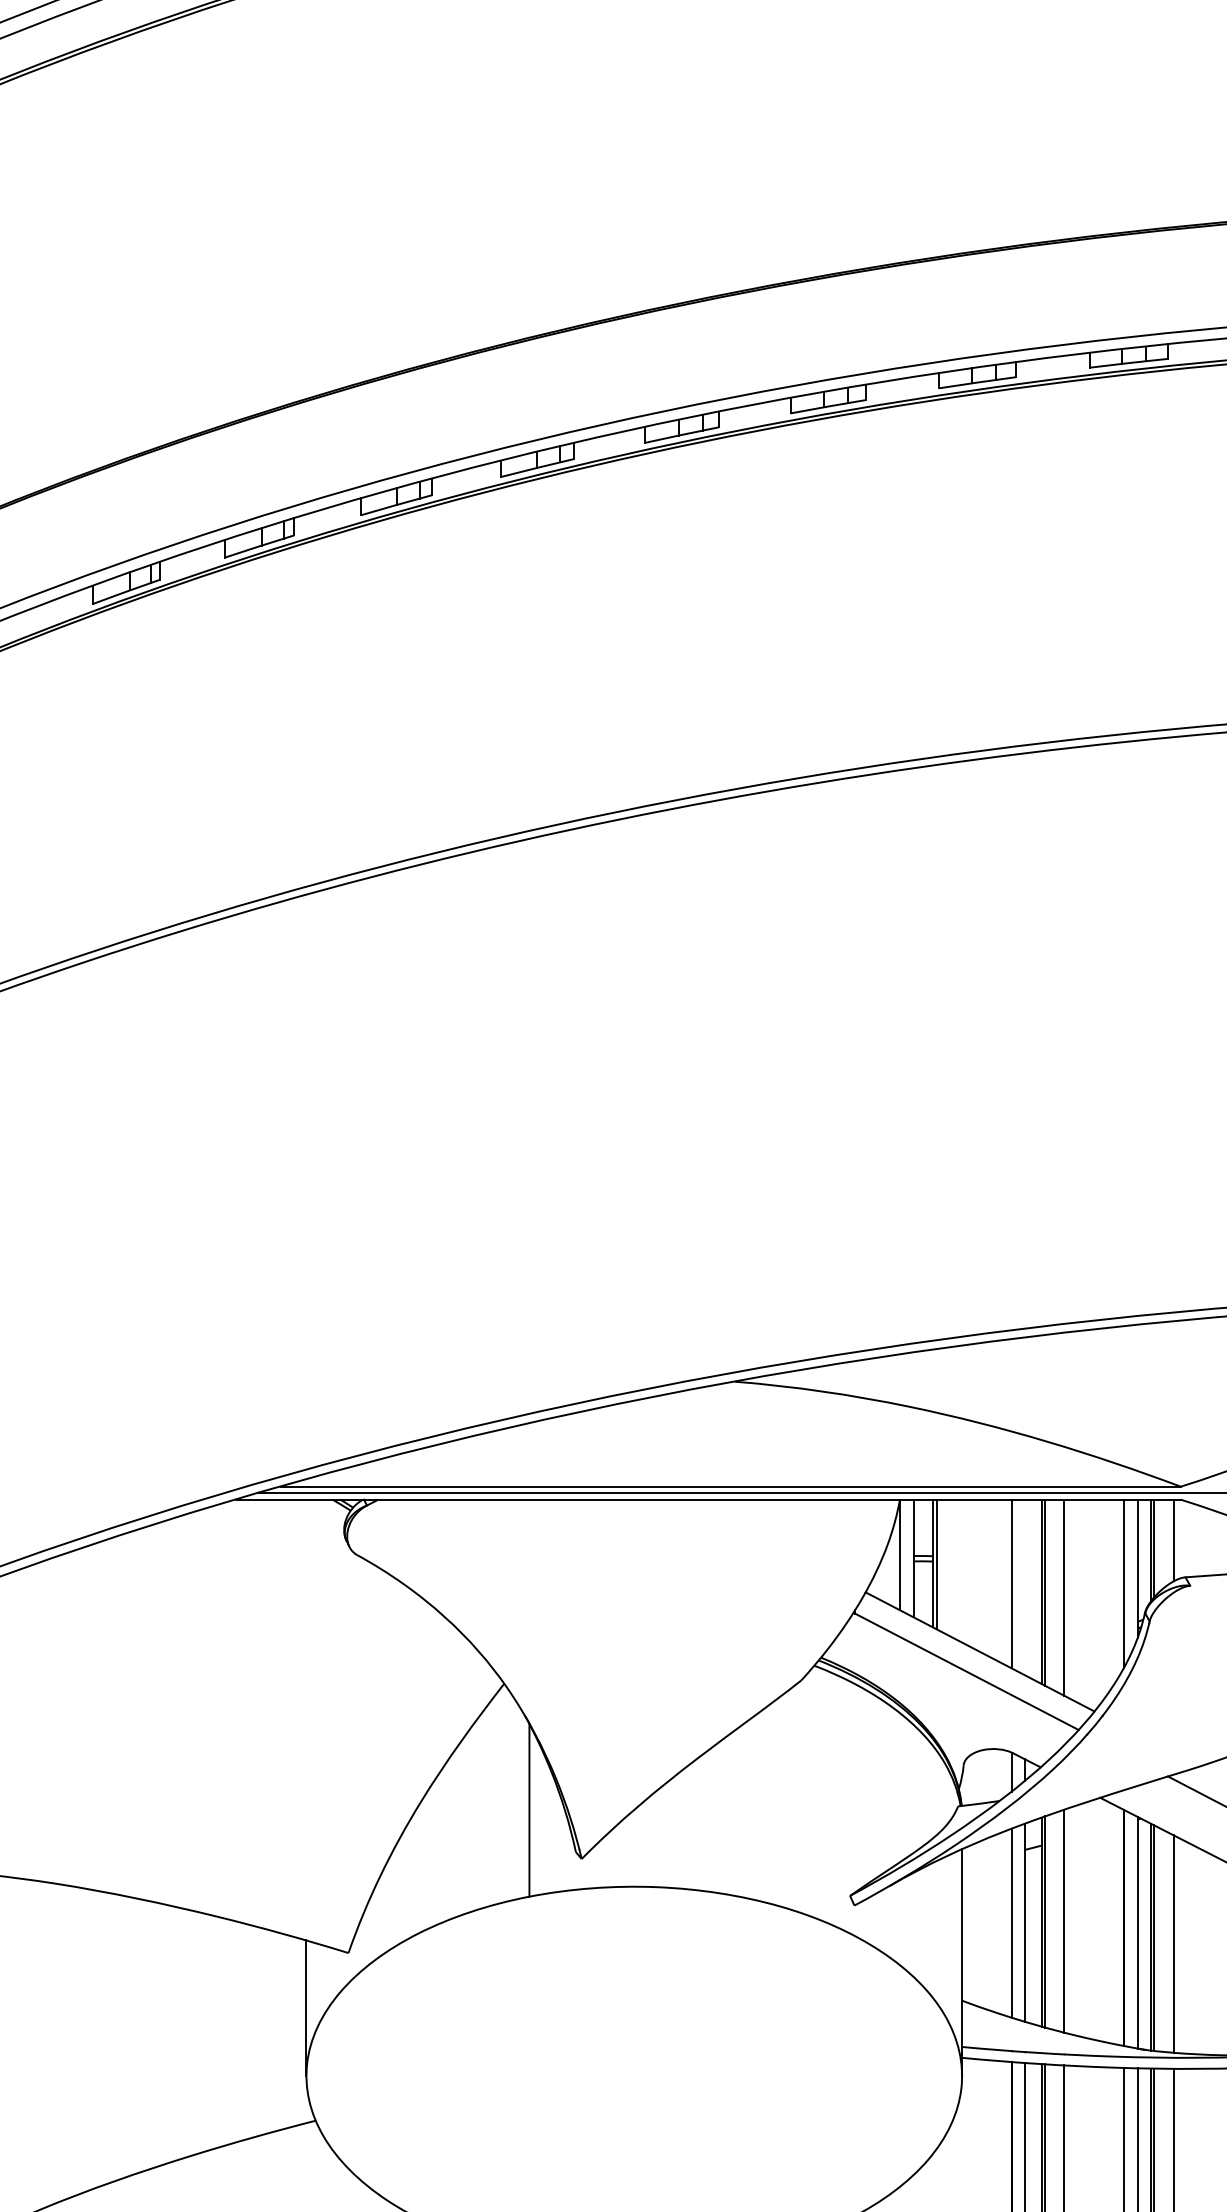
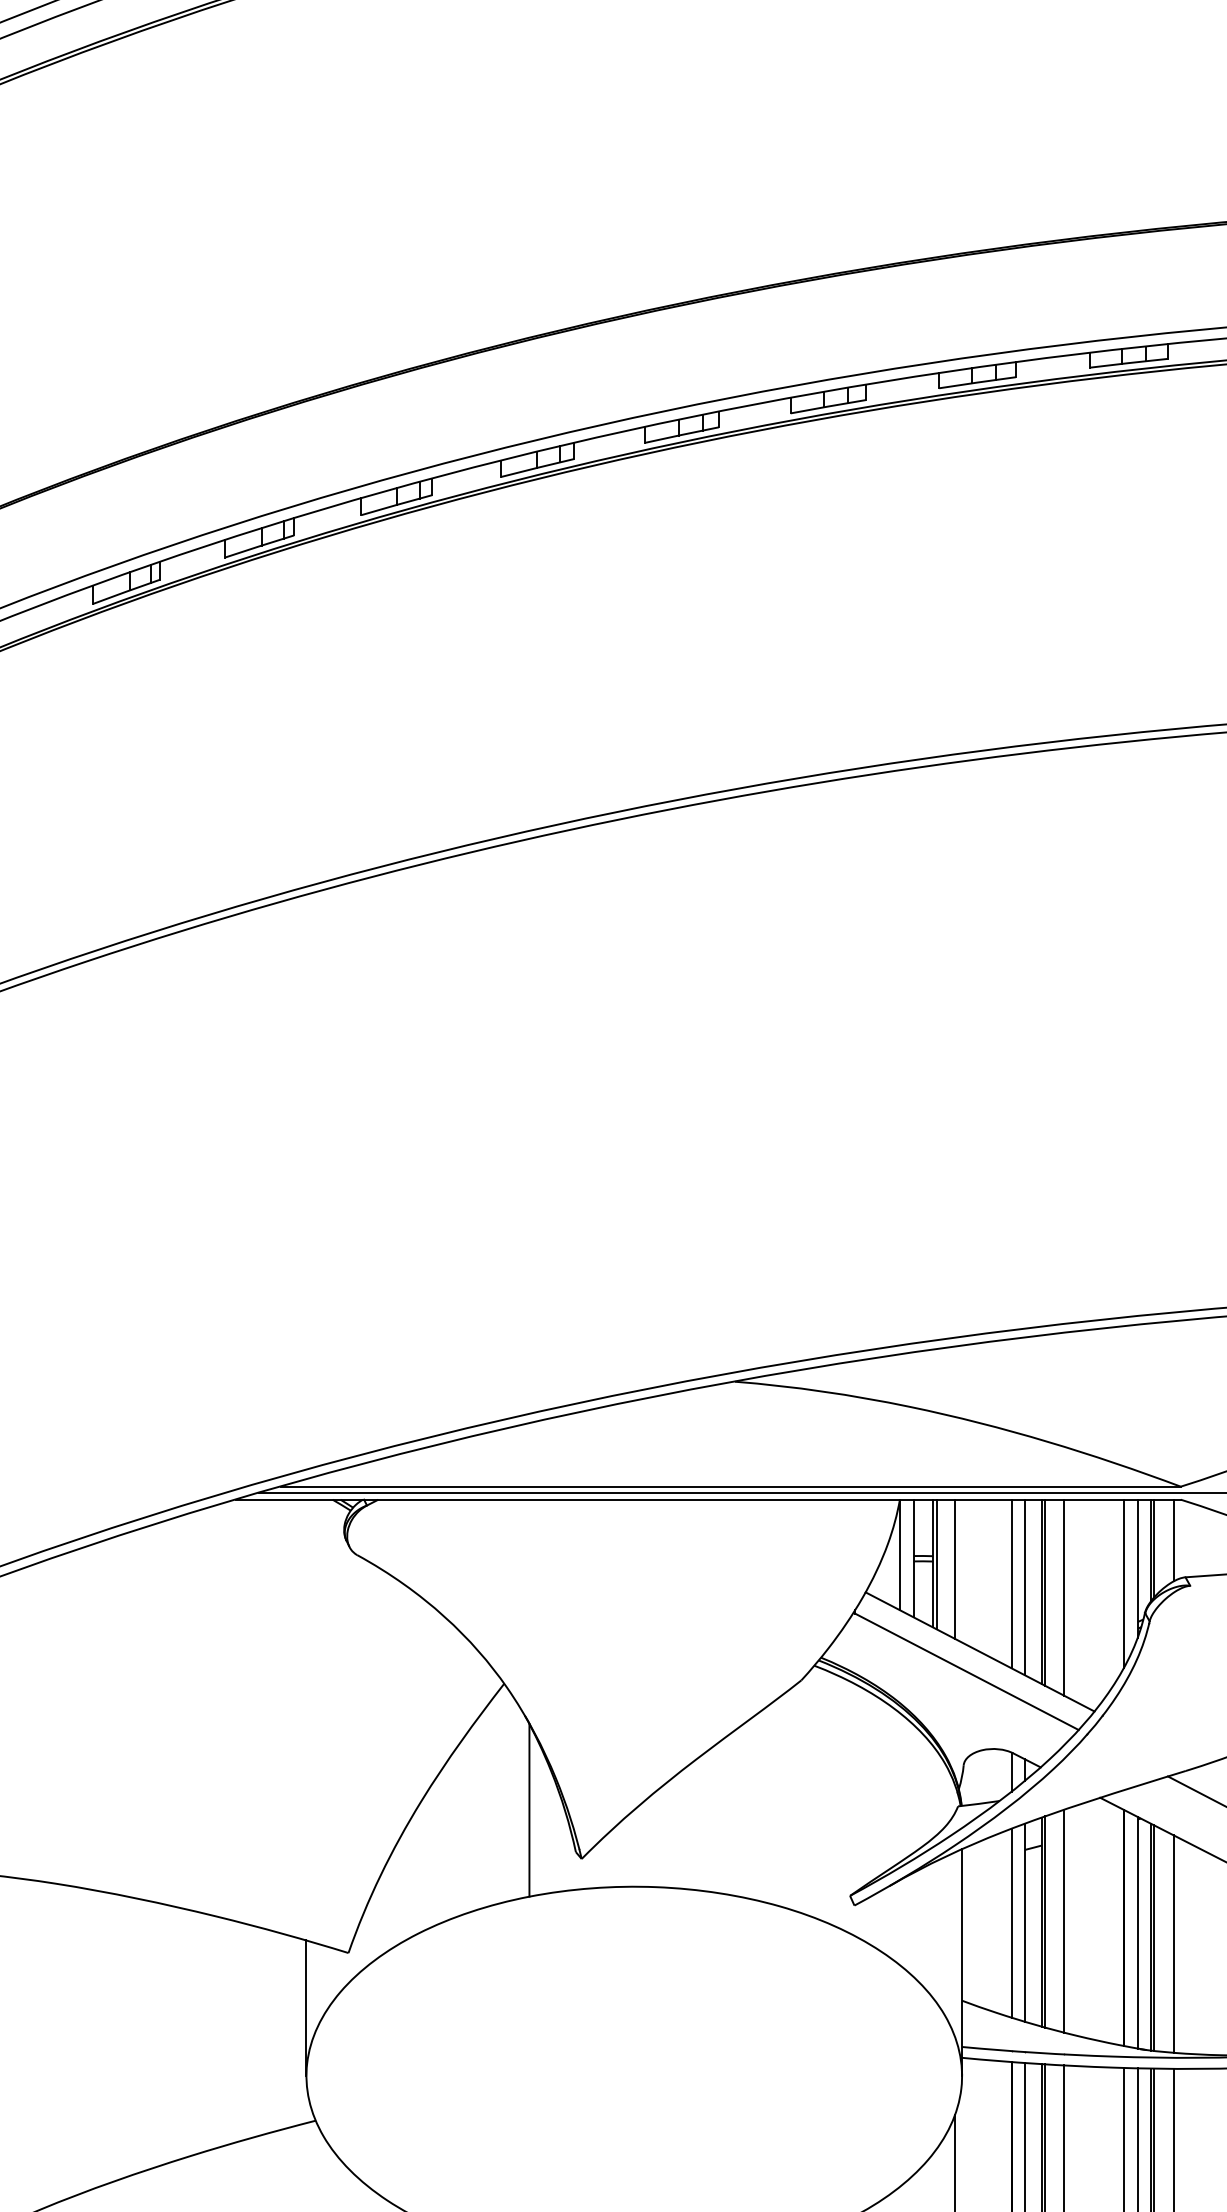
line at (955, 1568): none -> present
line at (1025, 1587): none -> present
line at (955, 2161): none -> present
